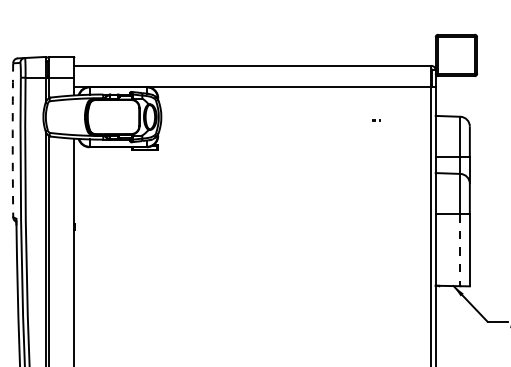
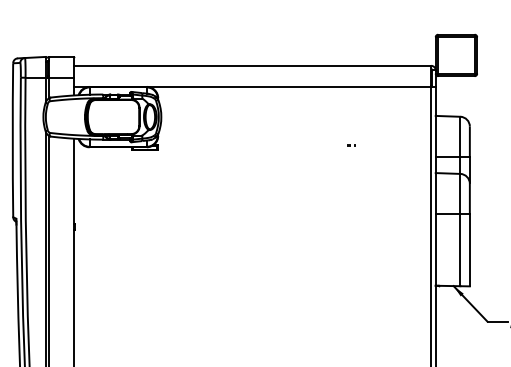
part at (376, 120) position: (376, 120) -> (351, 145)
arc at (12, 140): dashed -> solid
line at (460, 250): dashed -> solid
